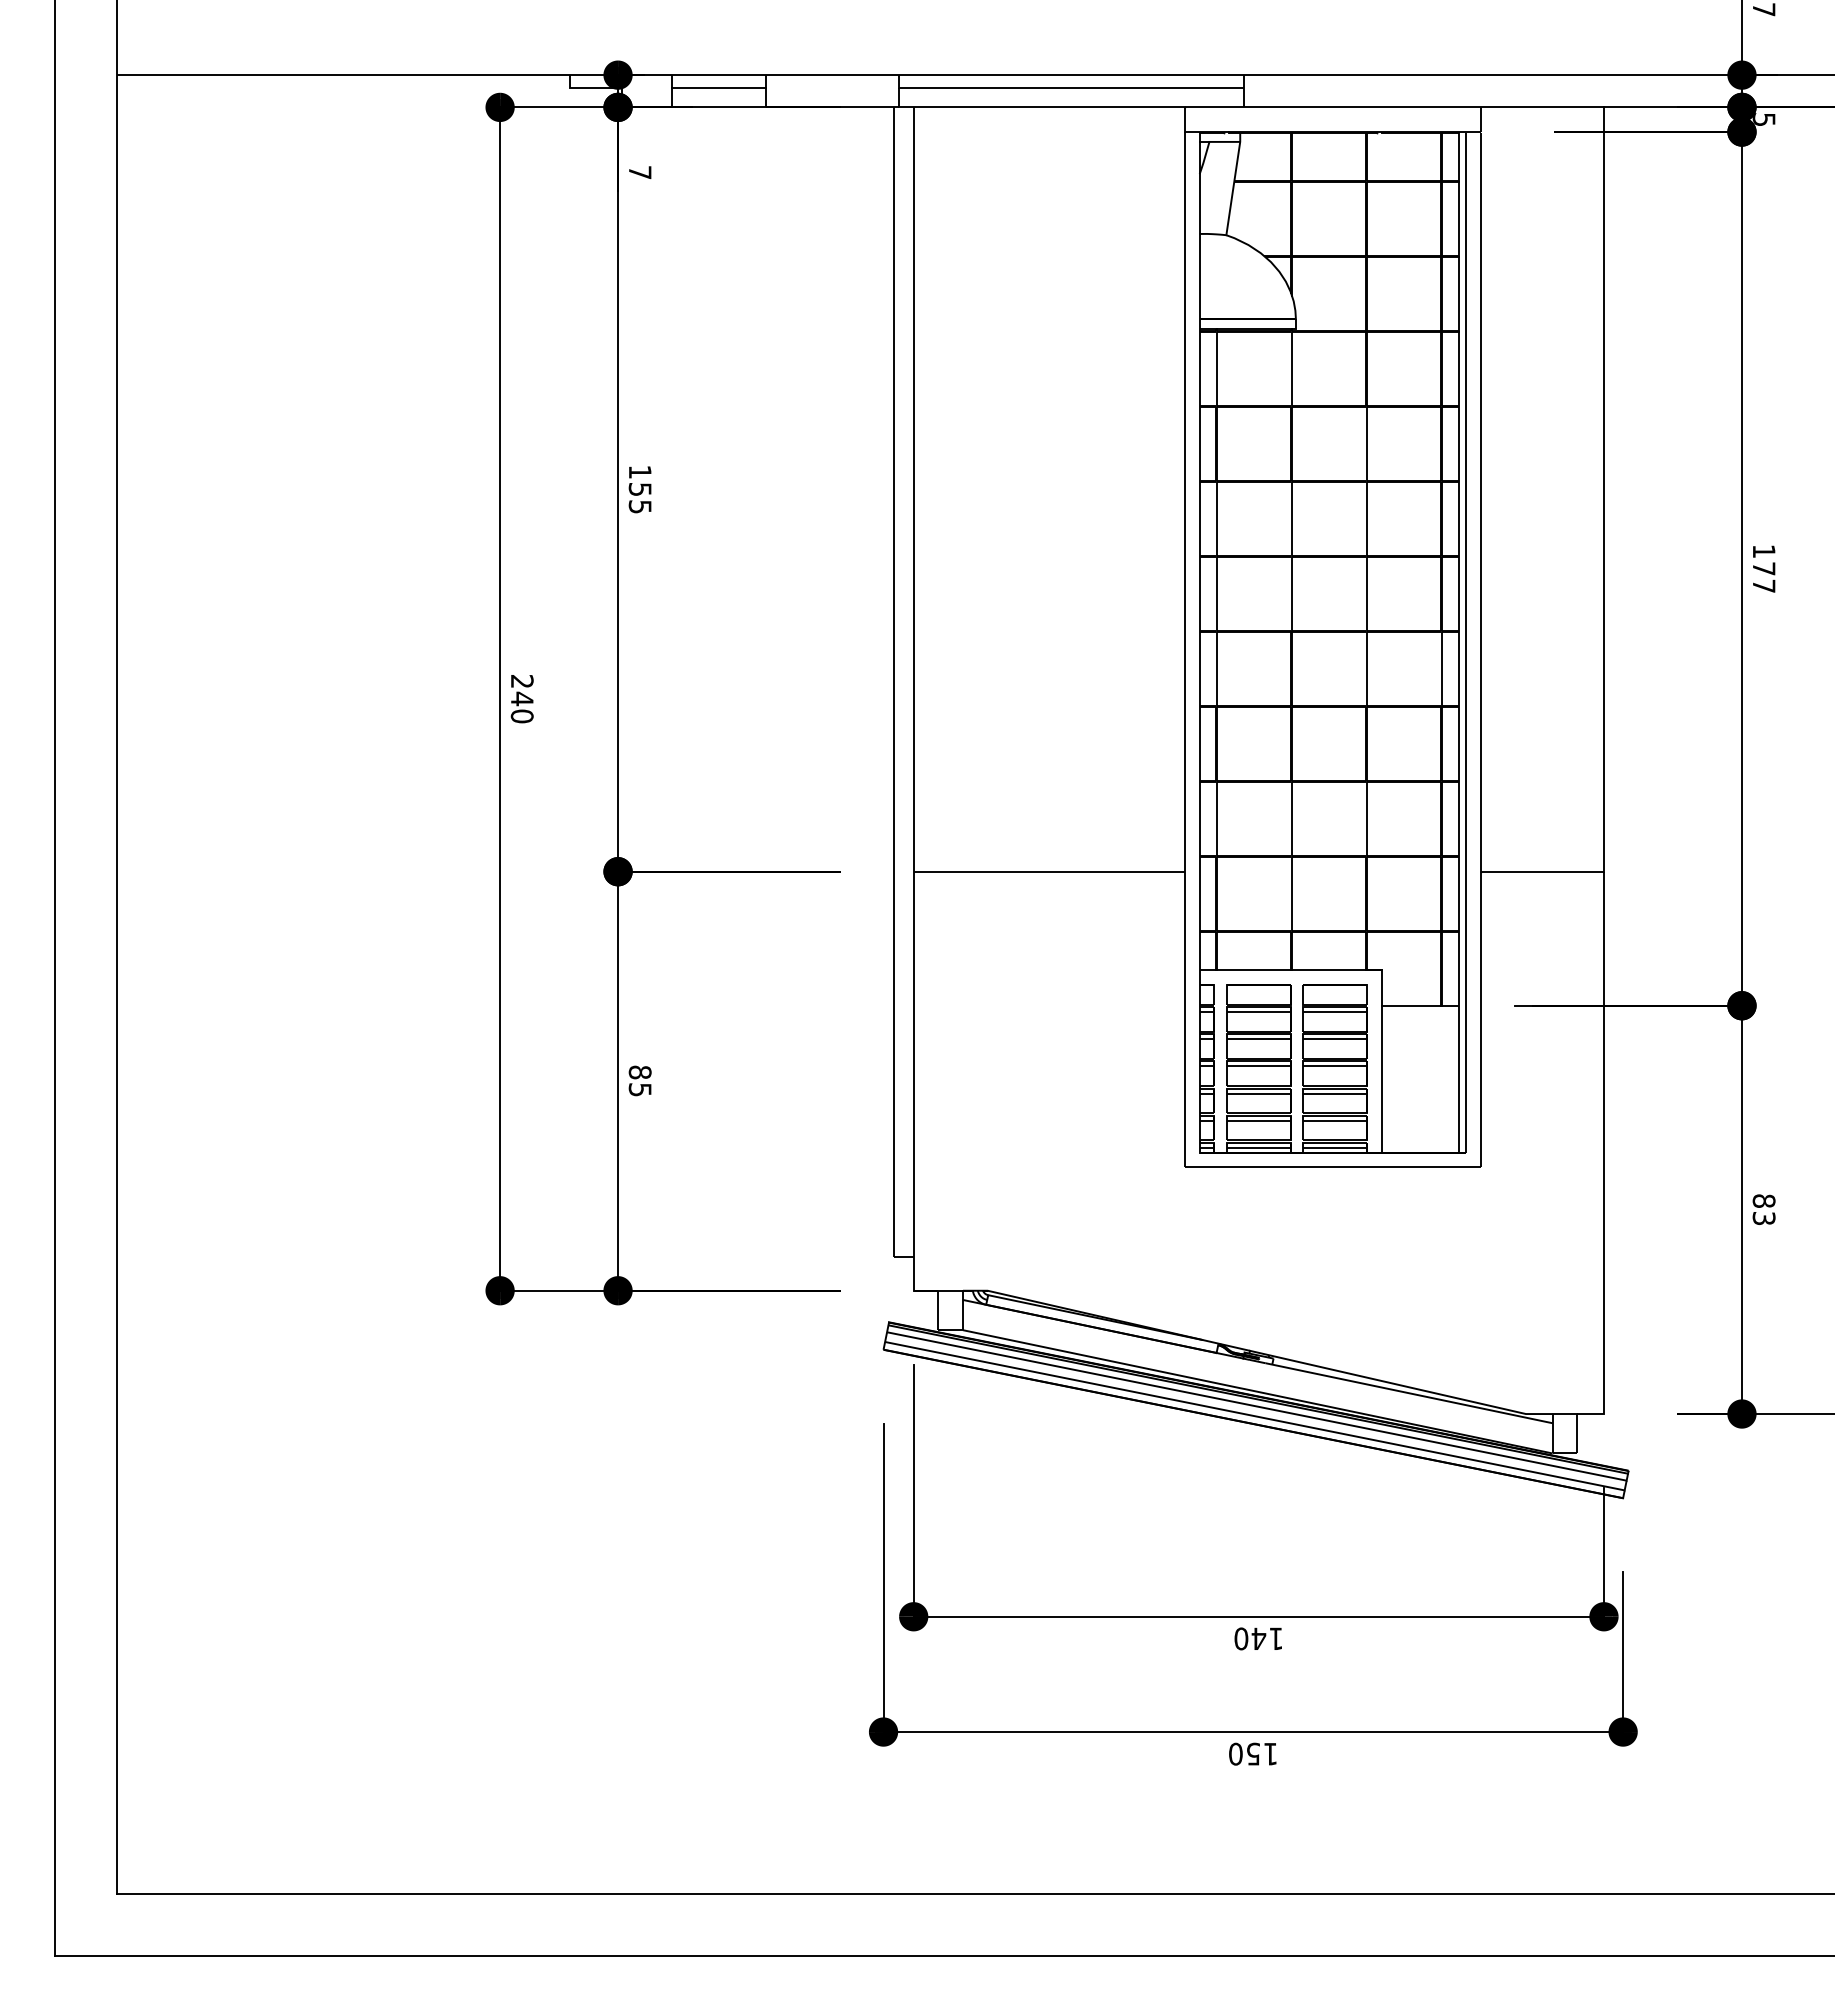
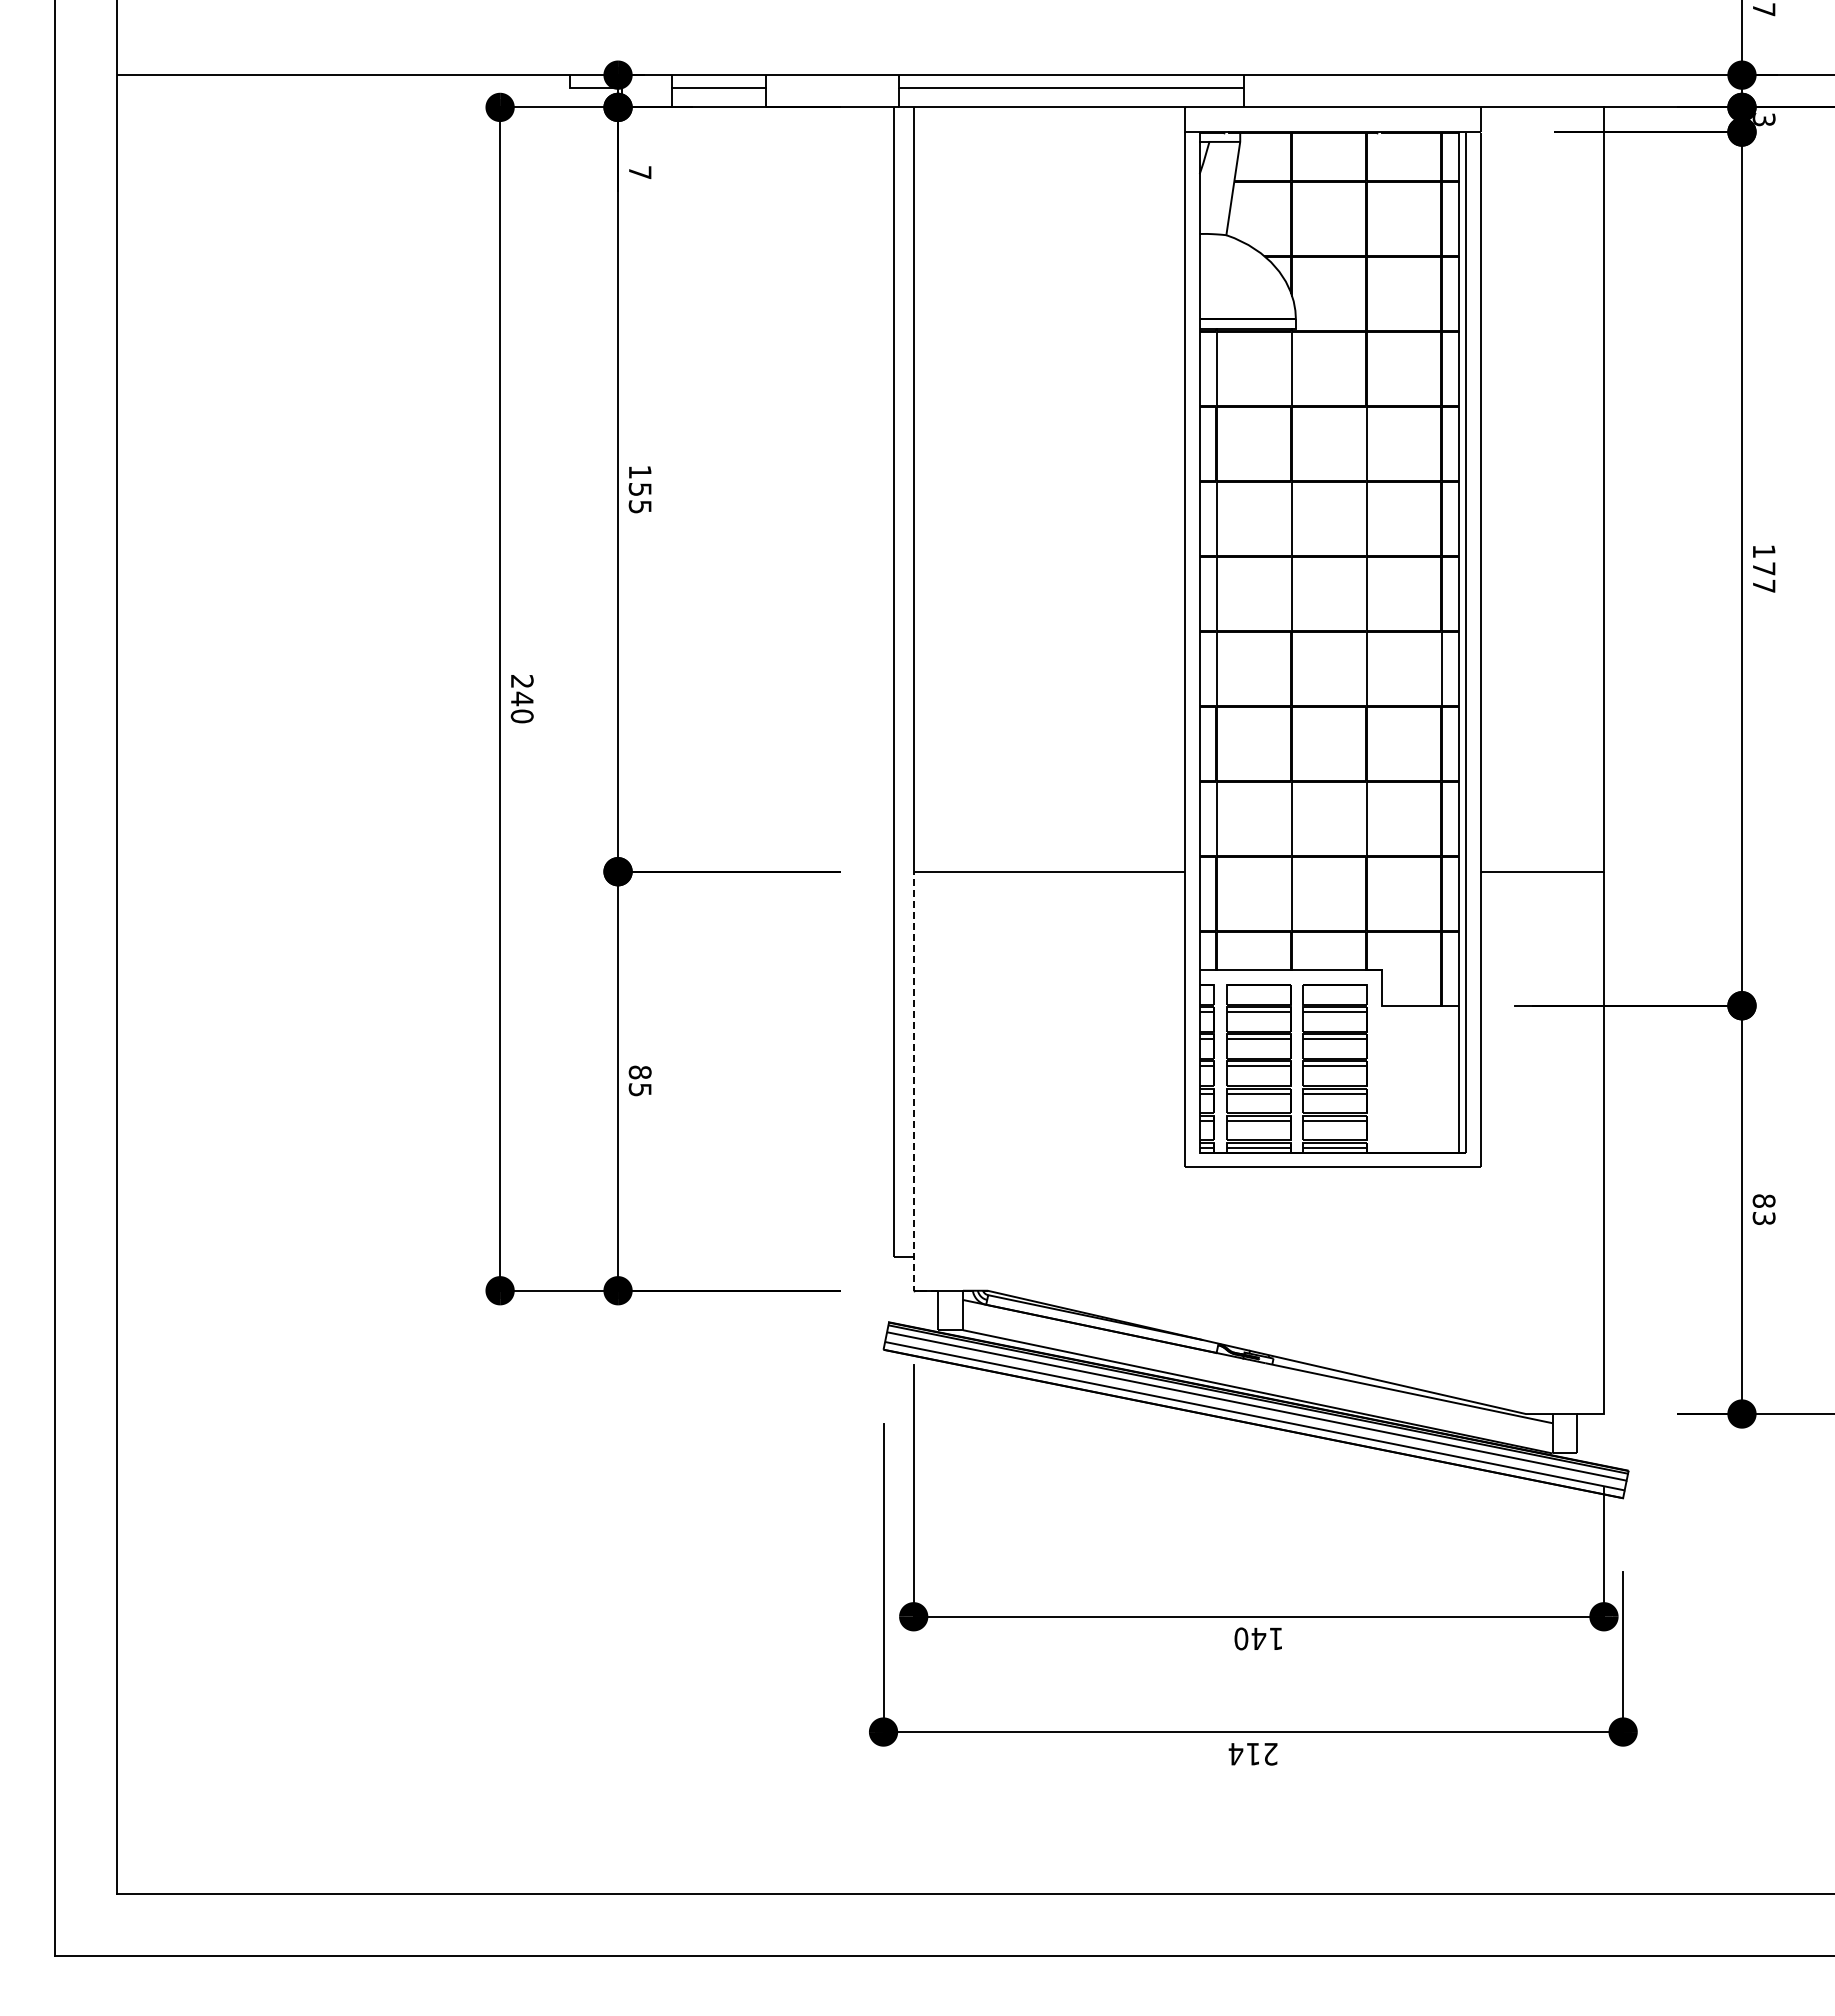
text at (1764, 119): 5 -> 3
line at (1382, 1078): present -> none
line at (913, 1094): solid -> dashed
text at (1252, 1753): 150 -> 214
